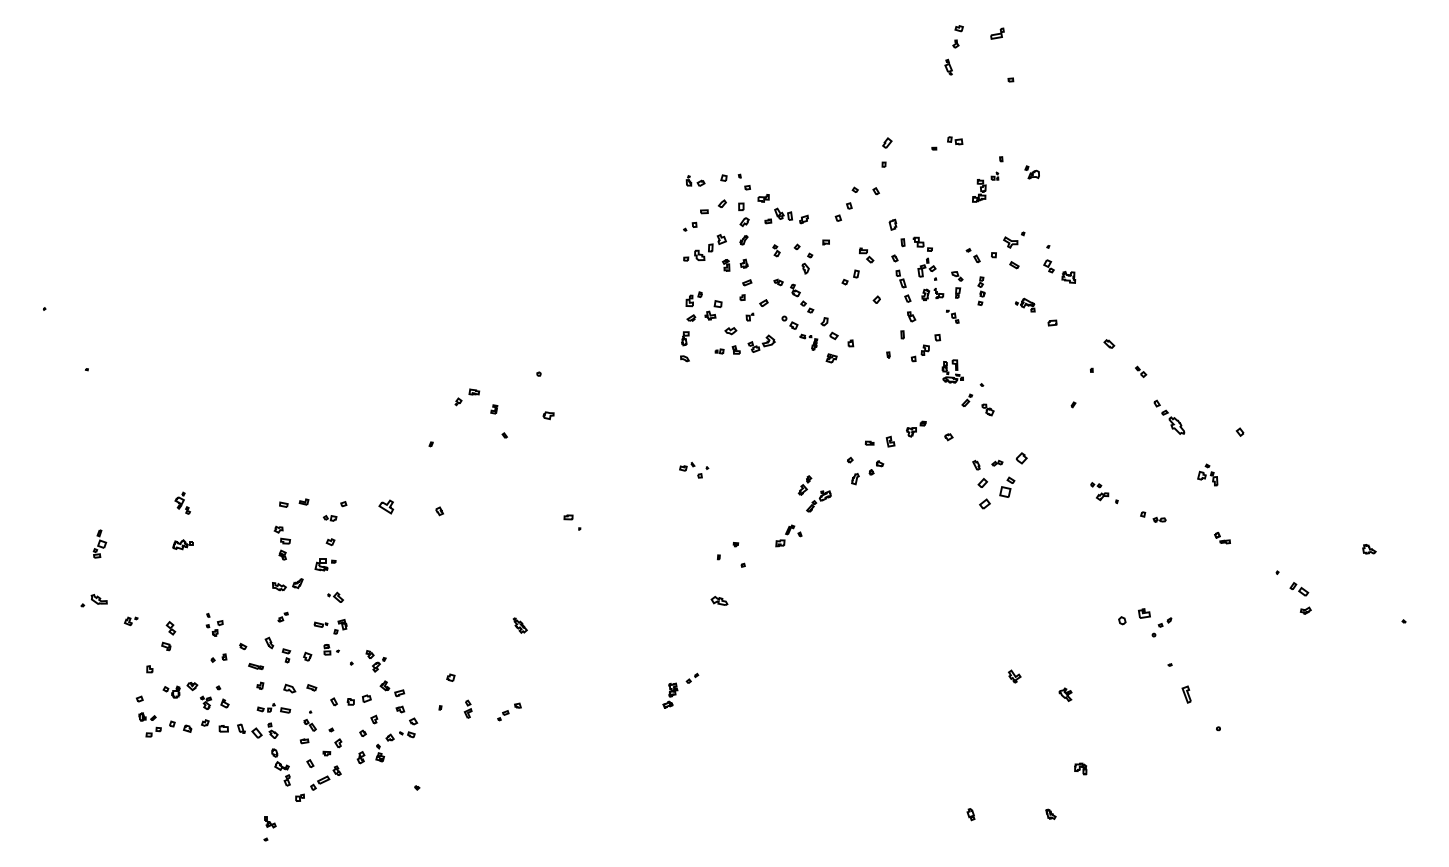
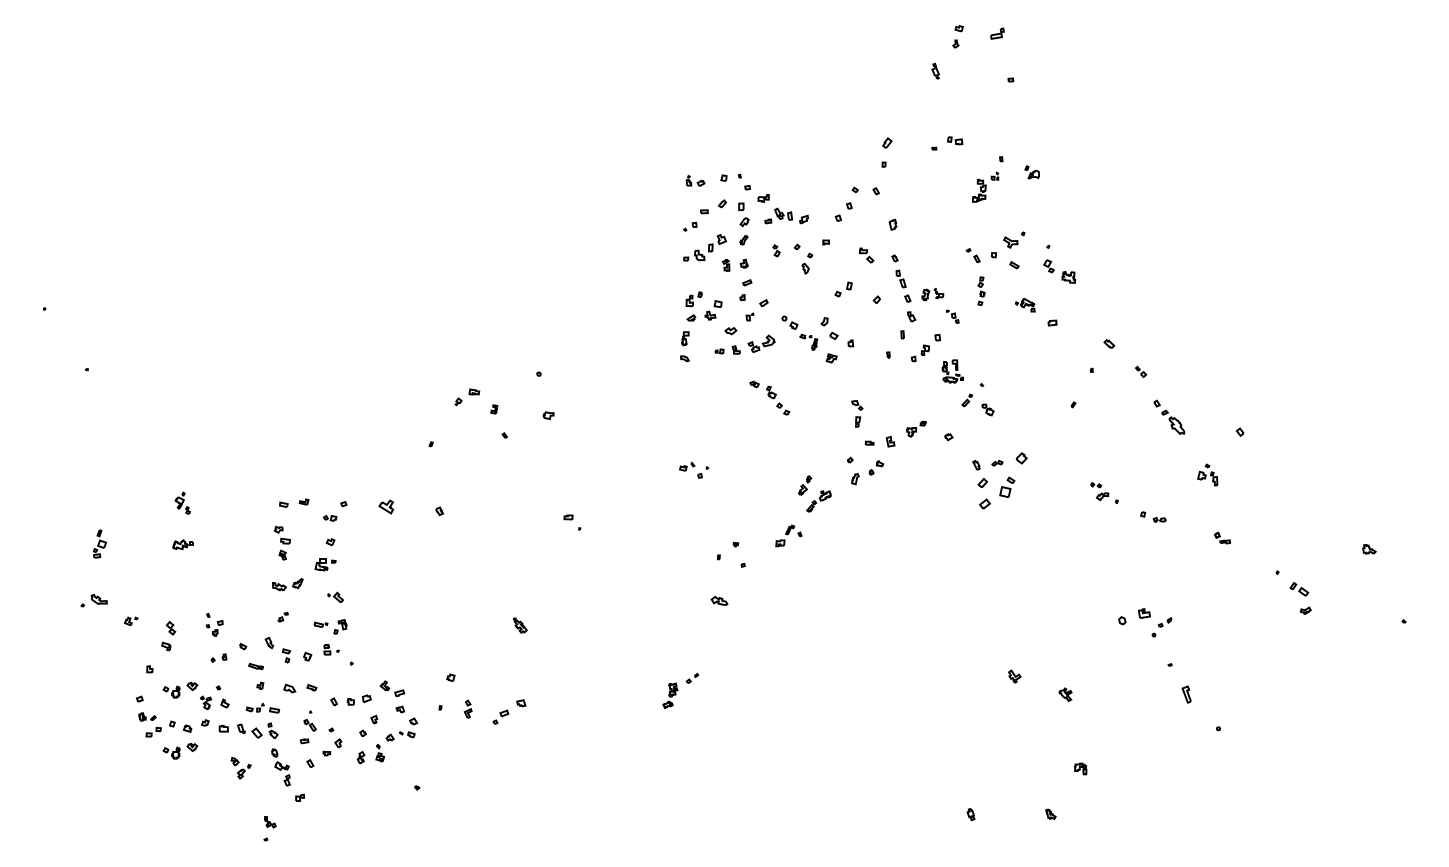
part at (948, 66) position: (948, 66) -> (935, 70)
part at (919, 265): present -> none
part at (850, 277) position: (850, 277) -> (843, 289)
part at (957, 284) position: (957, 284) -> (857, 413)
part at (793, 295) position: (793, 295) -> (769, 397)
part at (375, 661) position: (375, 661) -> (240, 768)
part at (273, 708) position: (273, 708) -> (262, 708)
part at (509, 711) size: 25x20 px -> 35x26 px
part at (180, 750): none -> present
part at (325, 777): present -> none
